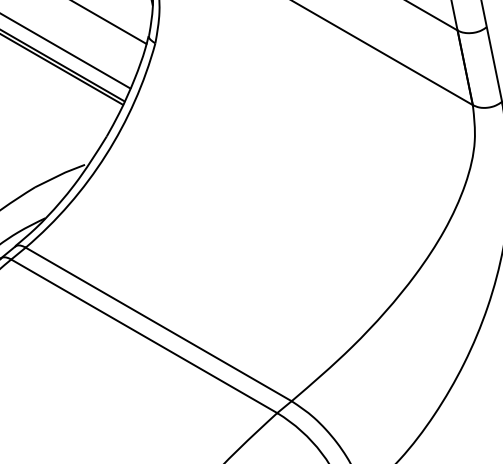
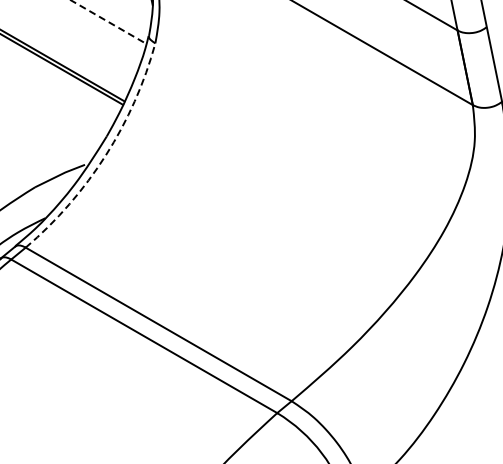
line at (109, 22): solid -> dashed
line at (66, 51): present -> none
arc at (105, 155): solid -> dashed
